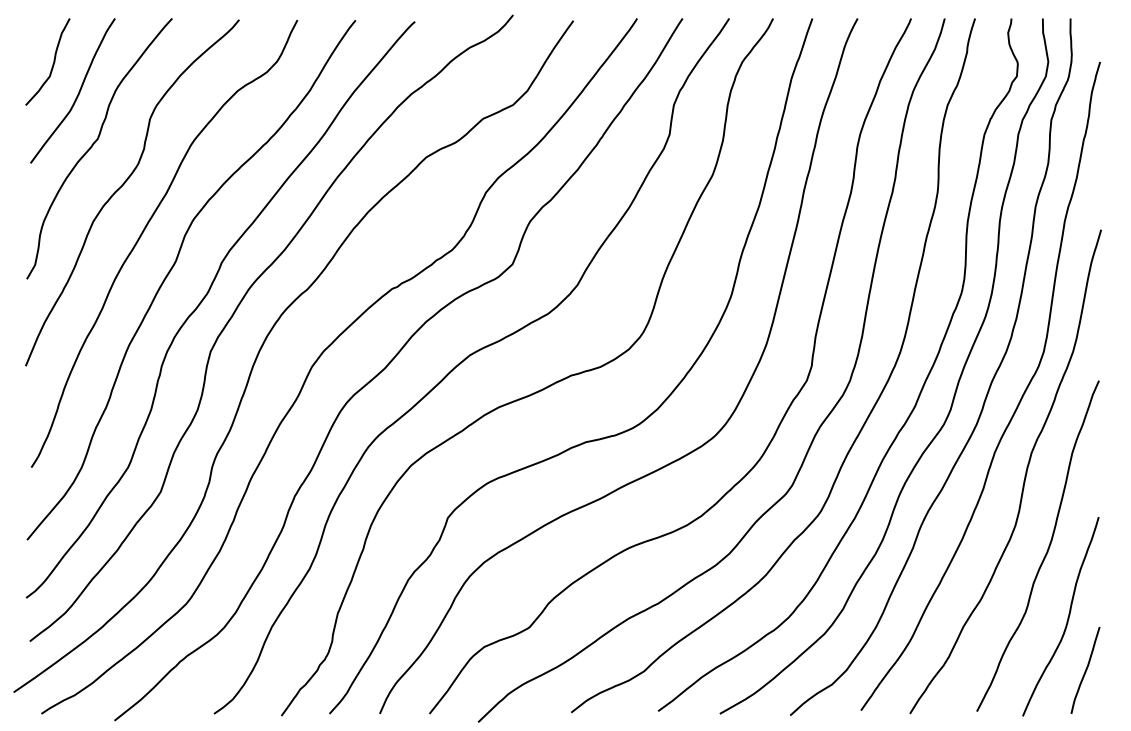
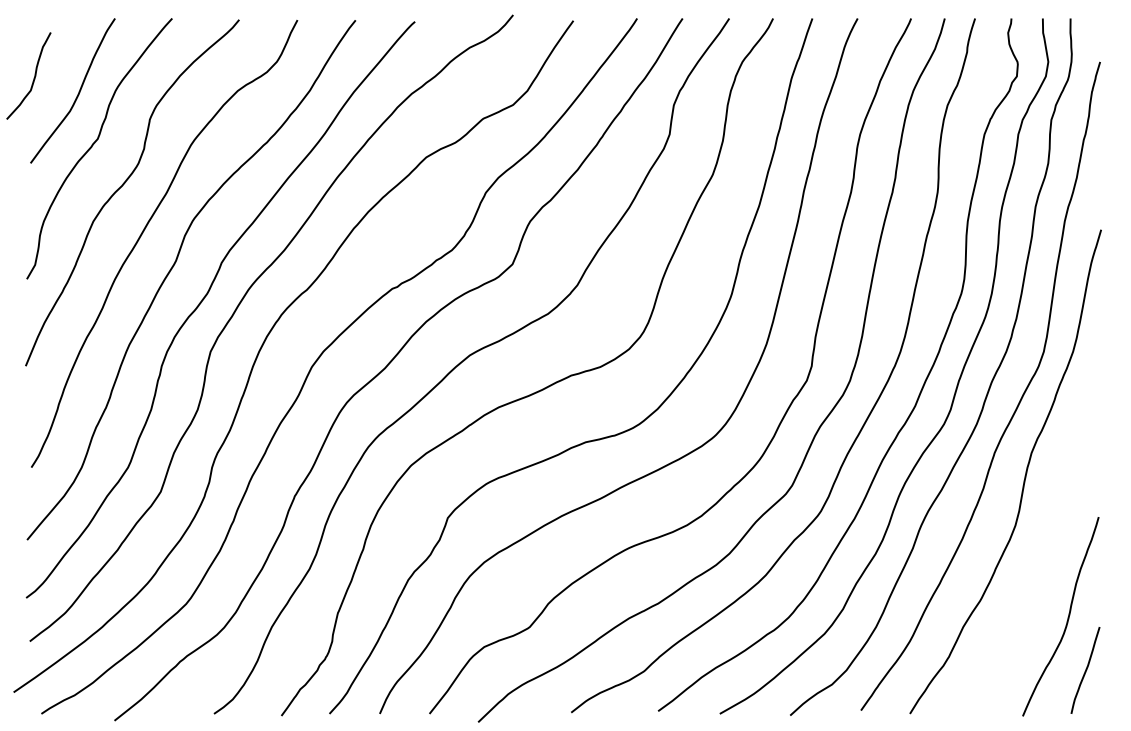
curve at (52, 64) position: (52, 64) -> (33, 78)
curve at (1047, 548): present -> none
